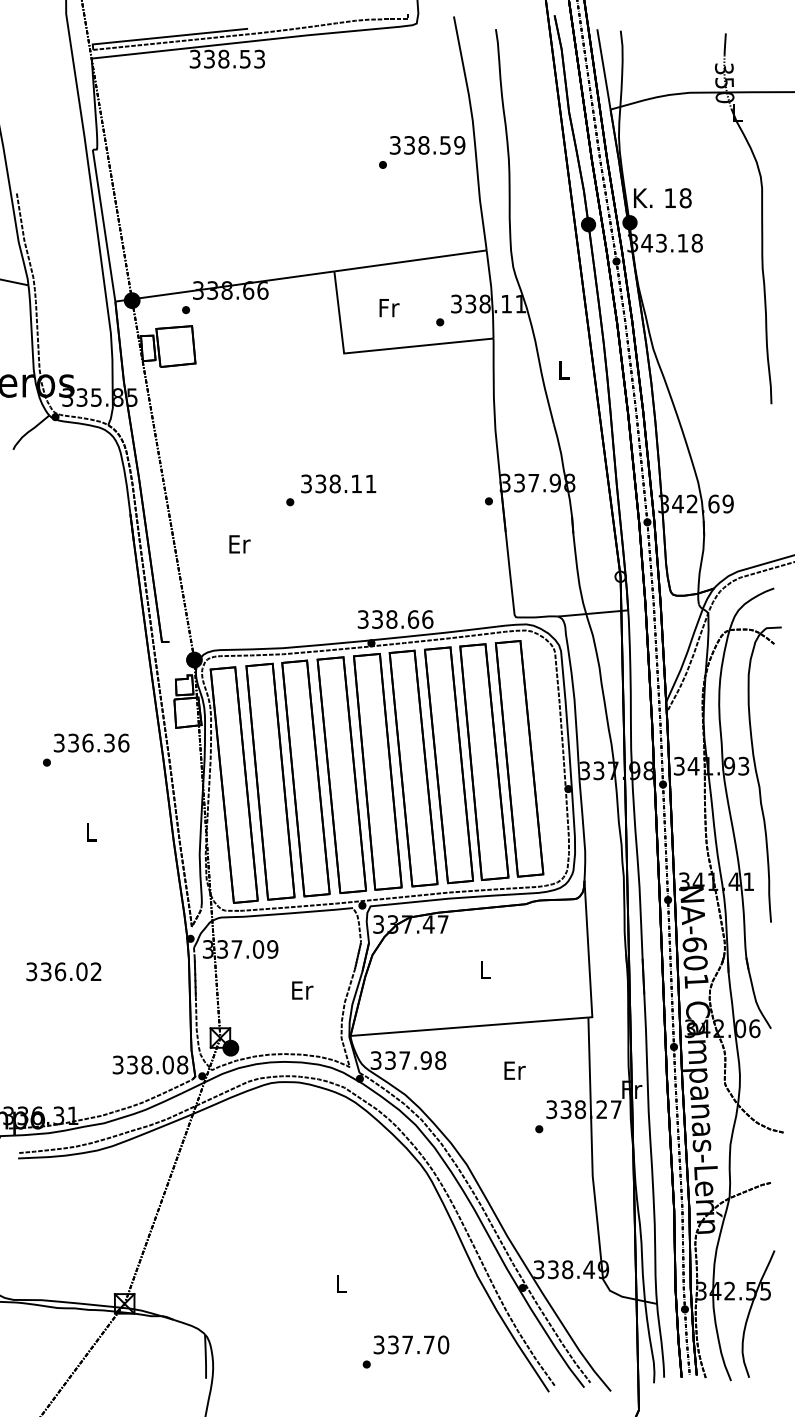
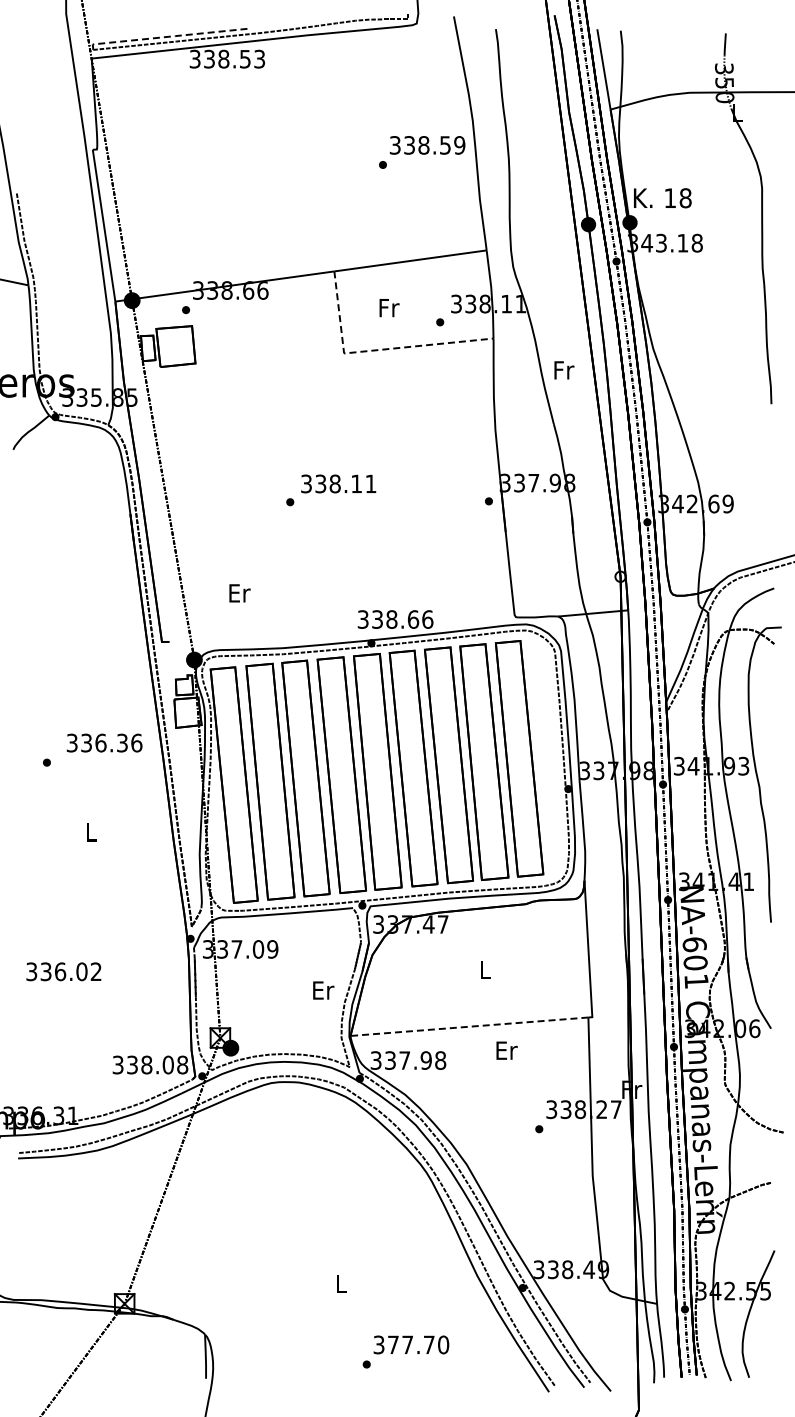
line at (167, 36): solid -> dashed
line at (376, 350): solid -> dashed
text at (564, 370): L -> Fr
text at (239, 544) position: (239, 544) -> (239, 593)
text at (91, 742) position: (91, 742) -> (104, 742)
text at (302, 990) position: (302, 990) -> (323, 990)
line at (468, 1026): solid -> dashed
text at (514, 1070) position: (514, 1070) -> (506, 1050)
text at (393, 1344): 337.70 -> 377.70
